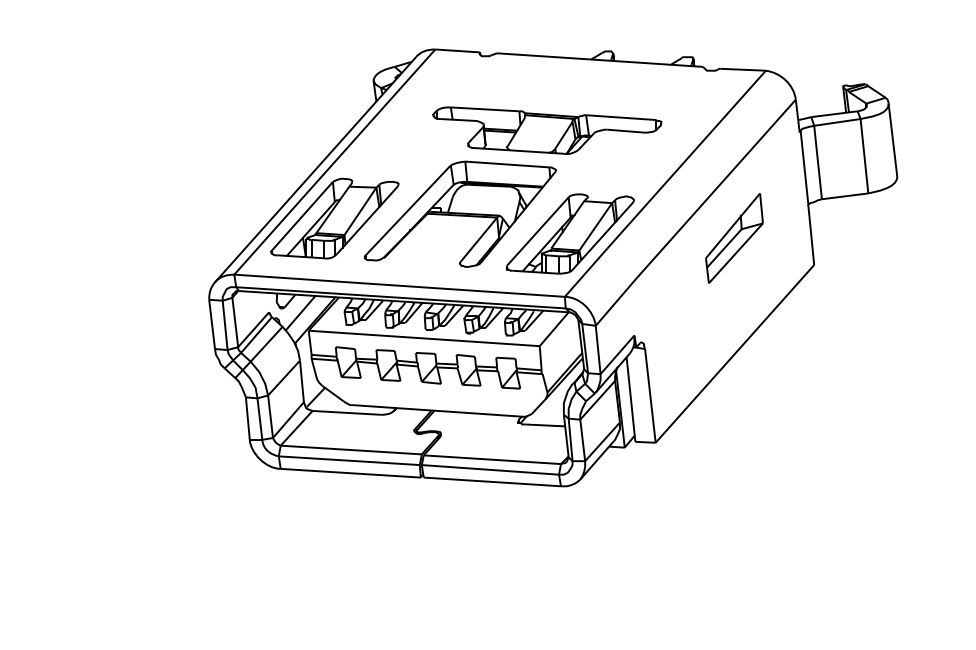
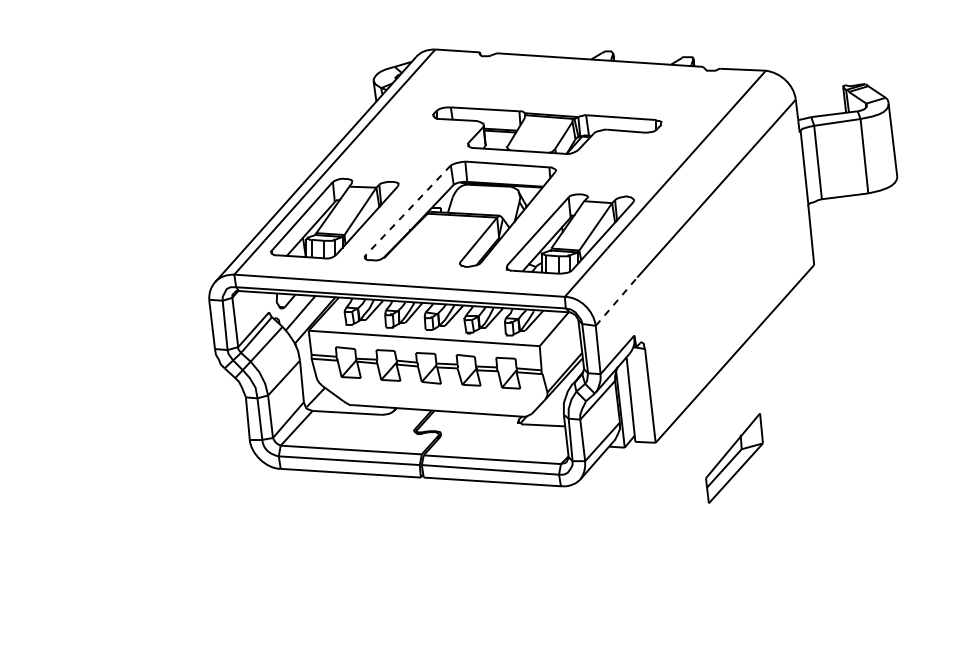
line at (408, 210): solid -> dashed
part at (734, 238) position: (734, 238) -> (734, 458)
line at (616, 301): solid -> dashed
